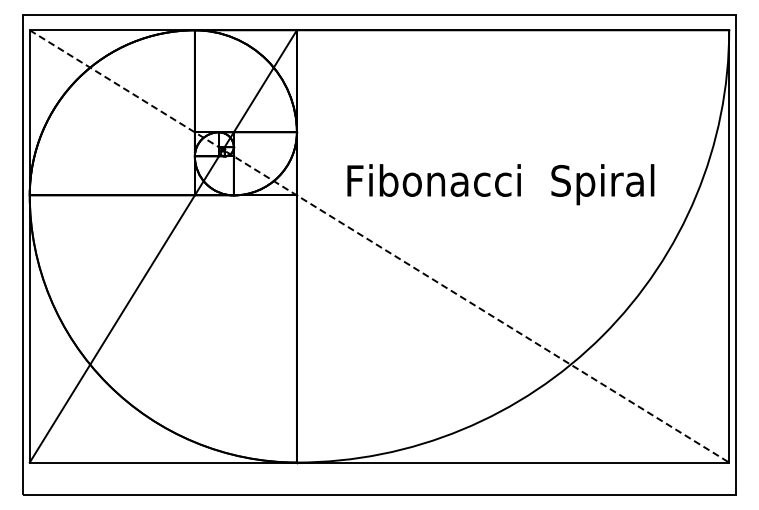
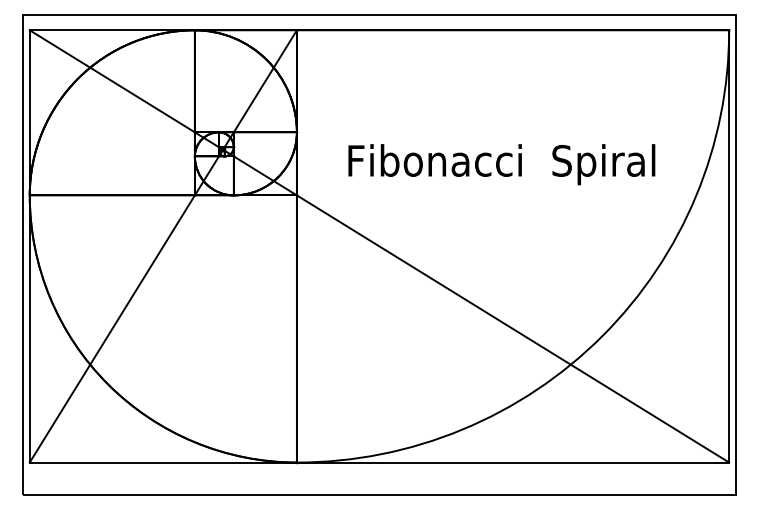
text at (500, 184) position: (500, 184) -> (501, 164)
line at (379, 246): dashed -> solid
